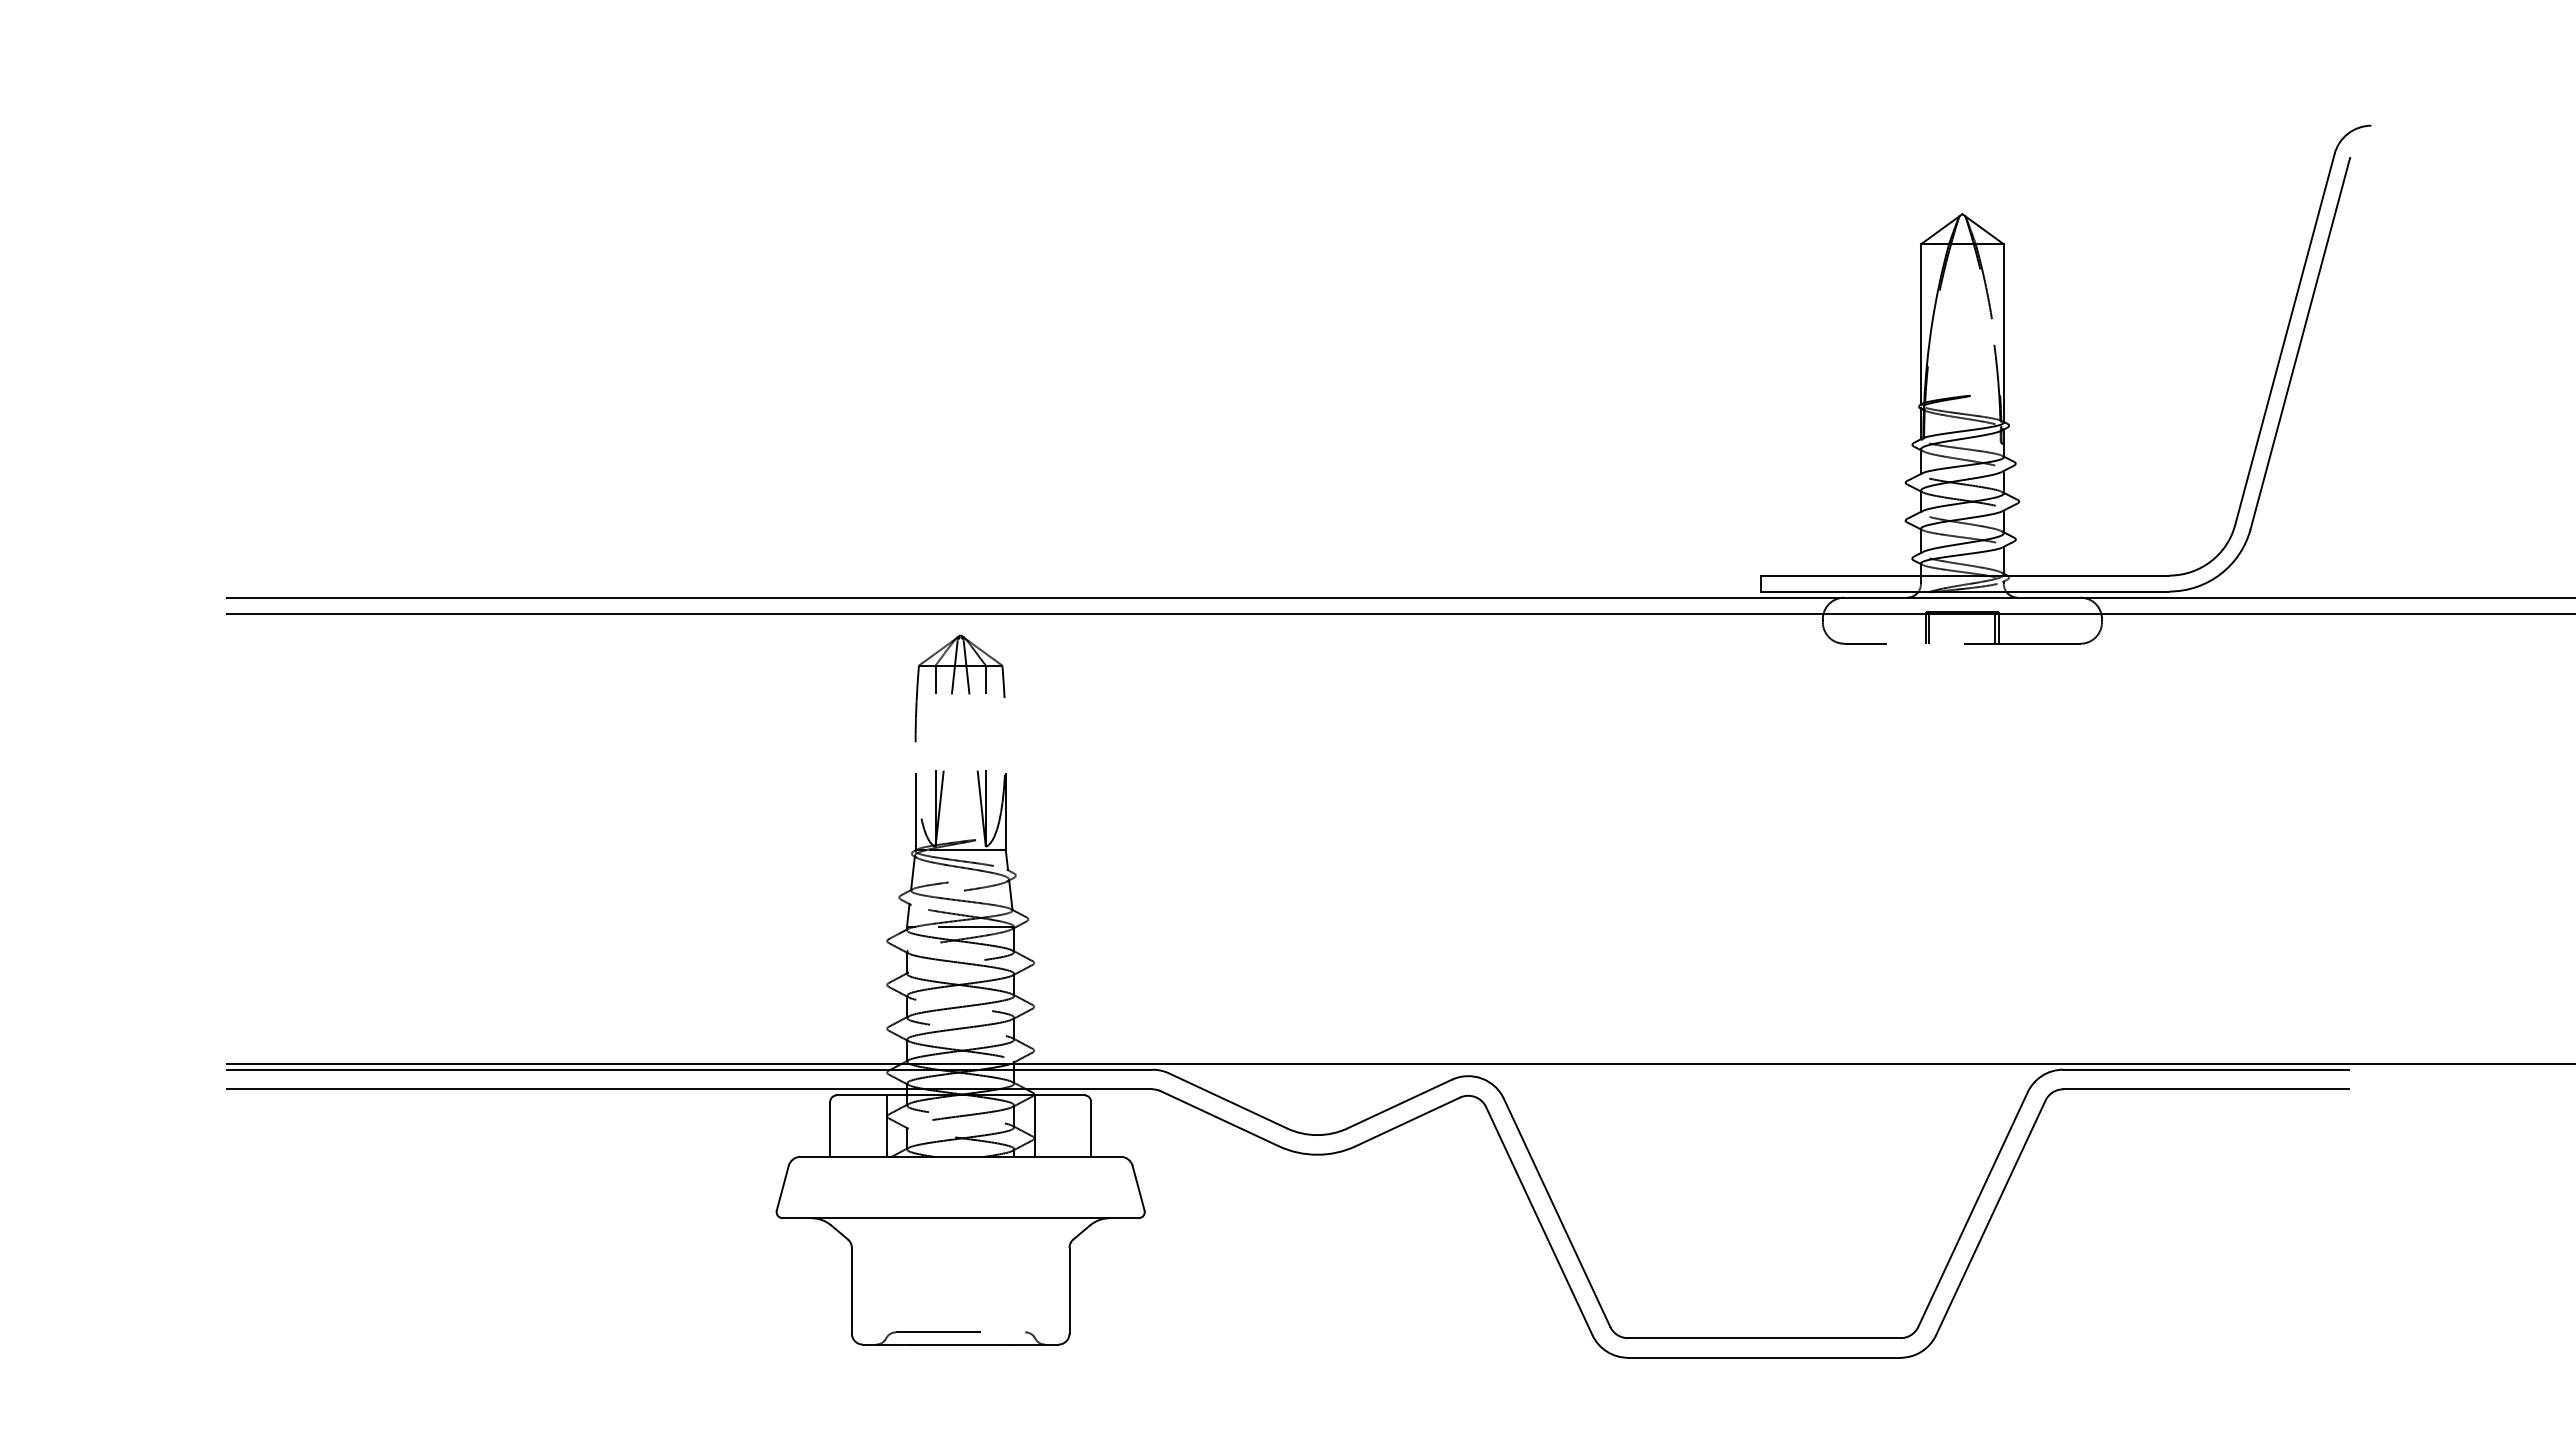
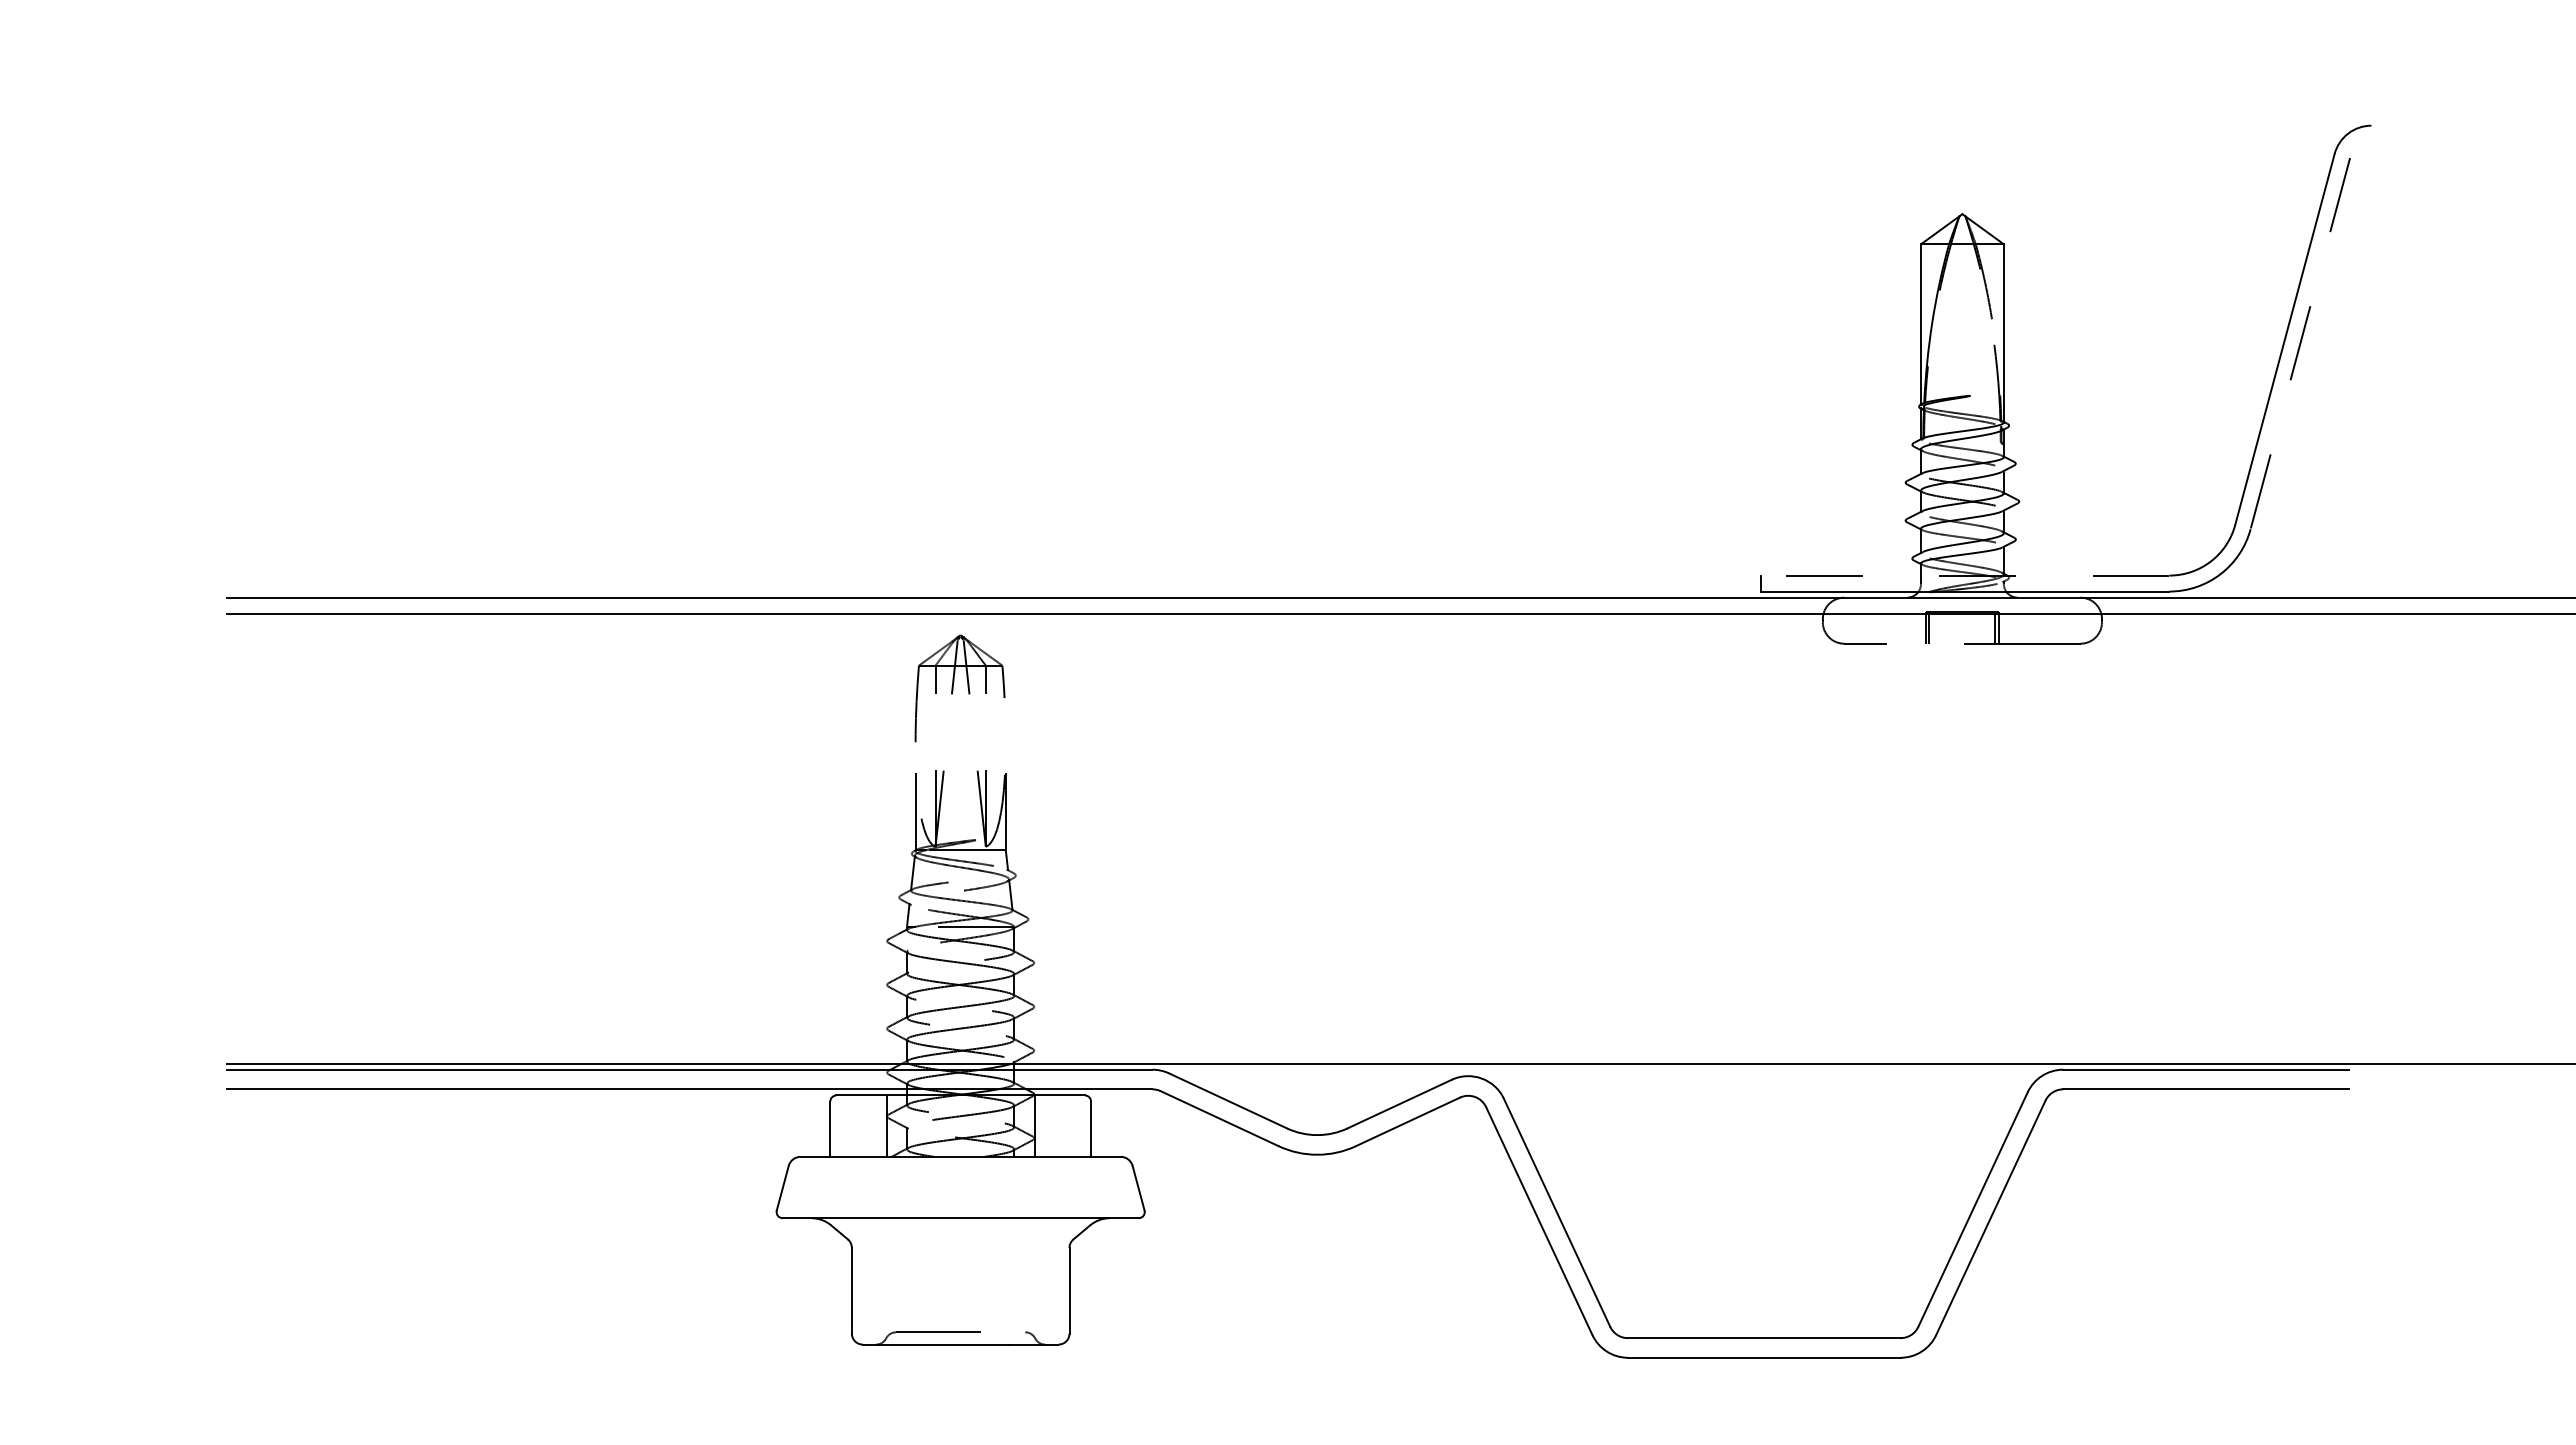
line at (2300, 344): solid -> dashed
line at (1965, 575): solid -> dashed
